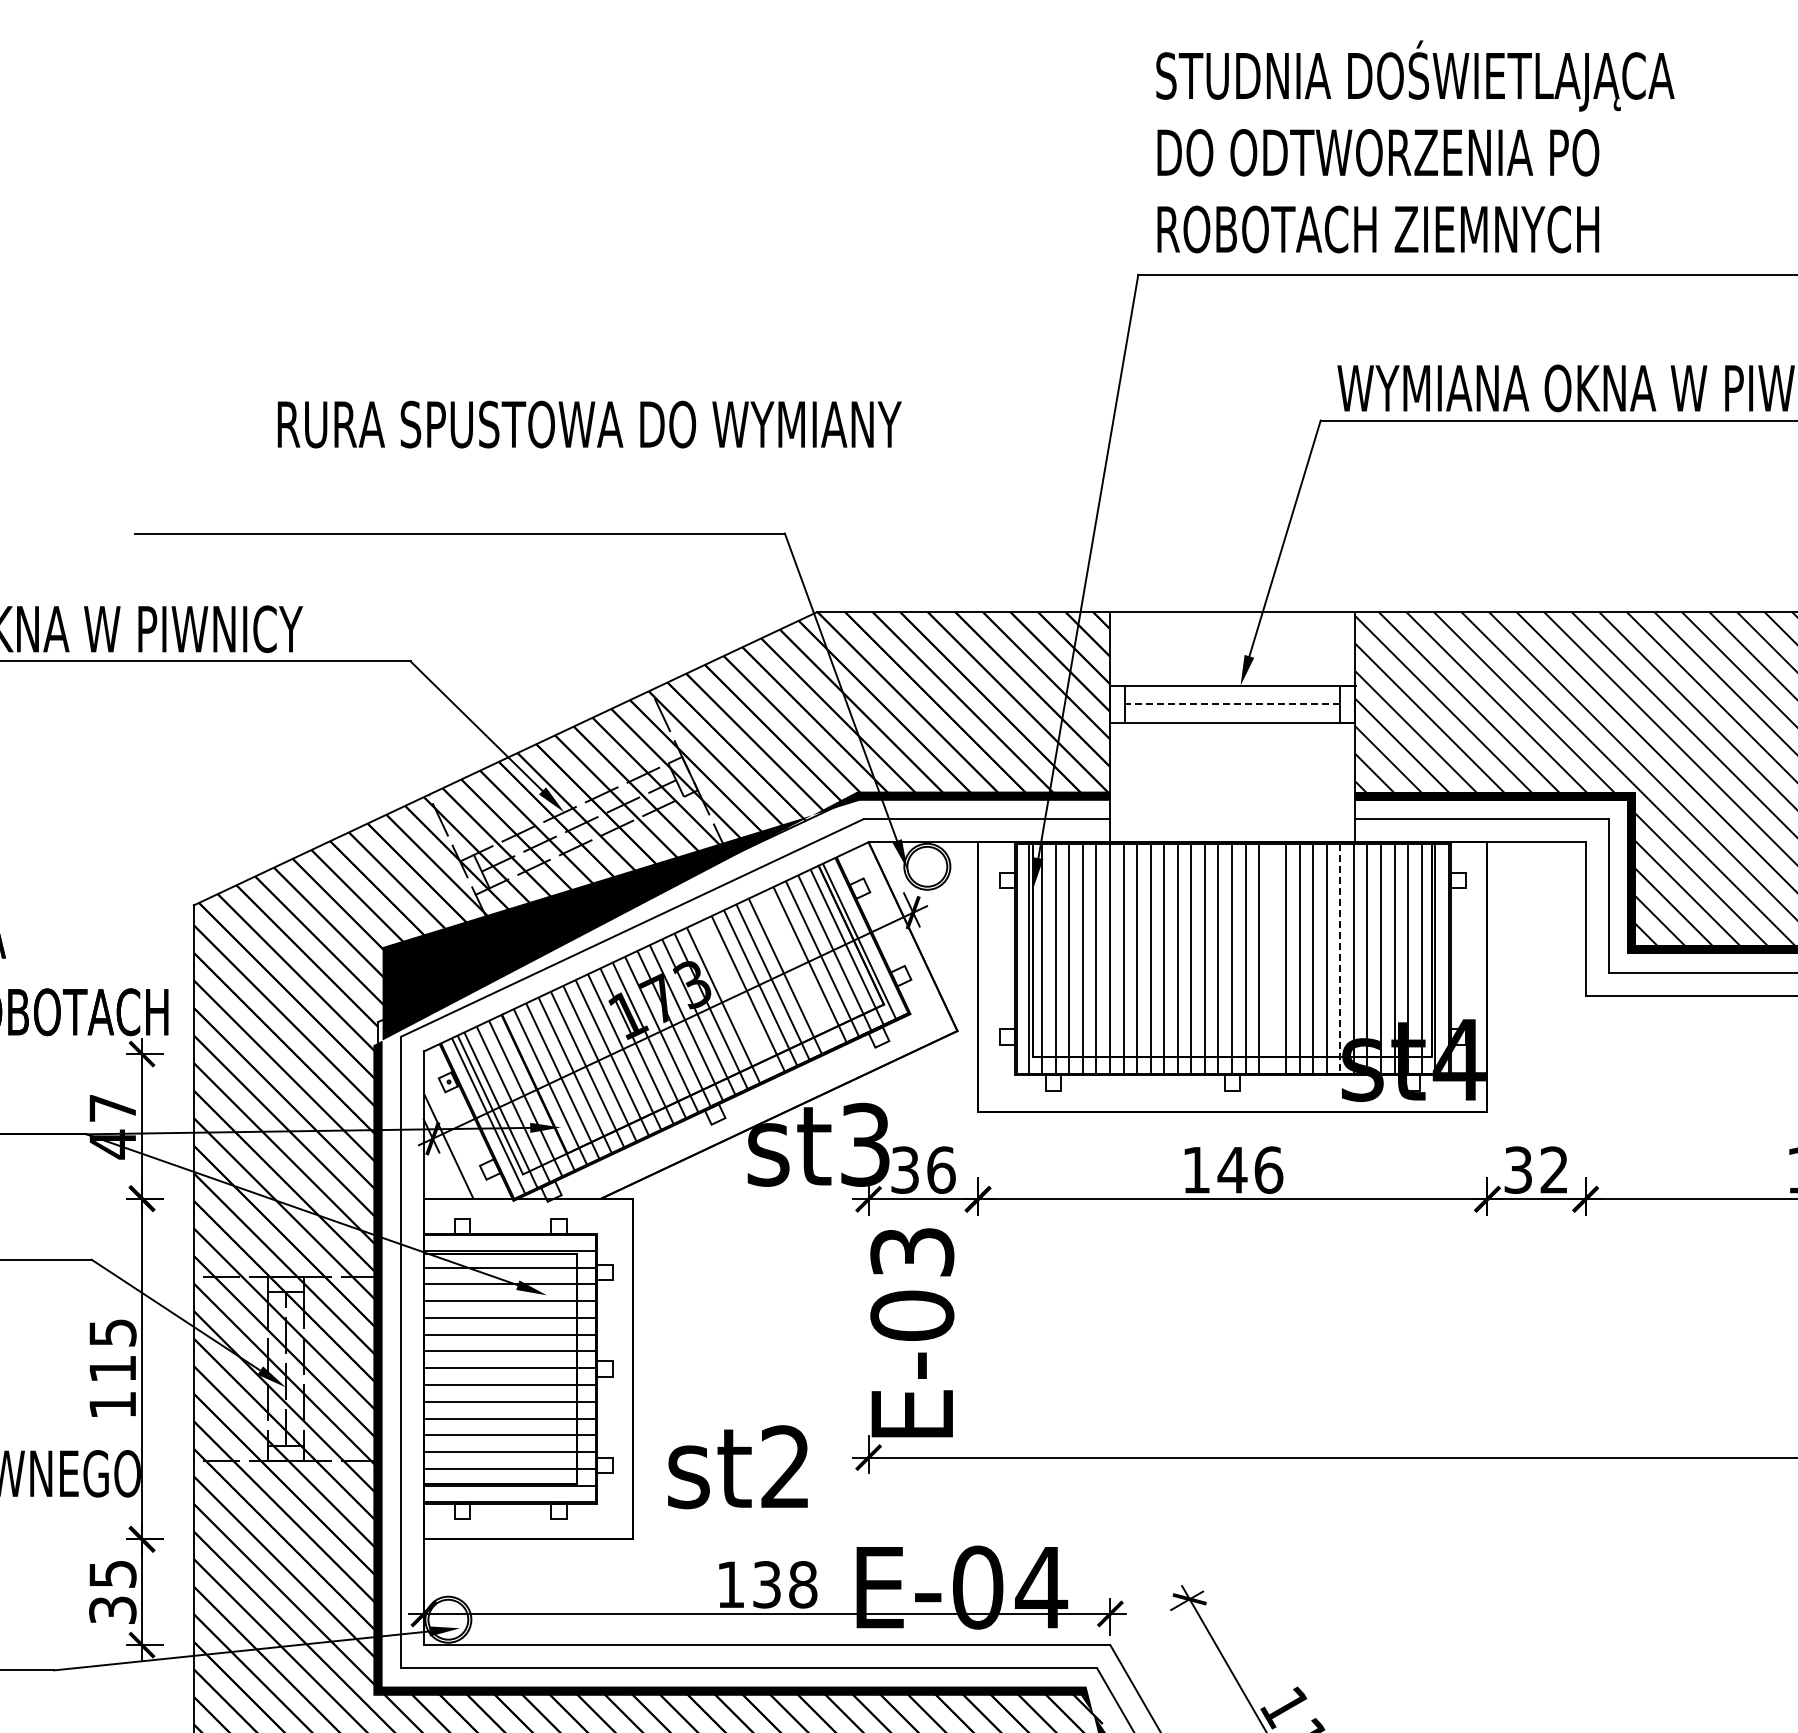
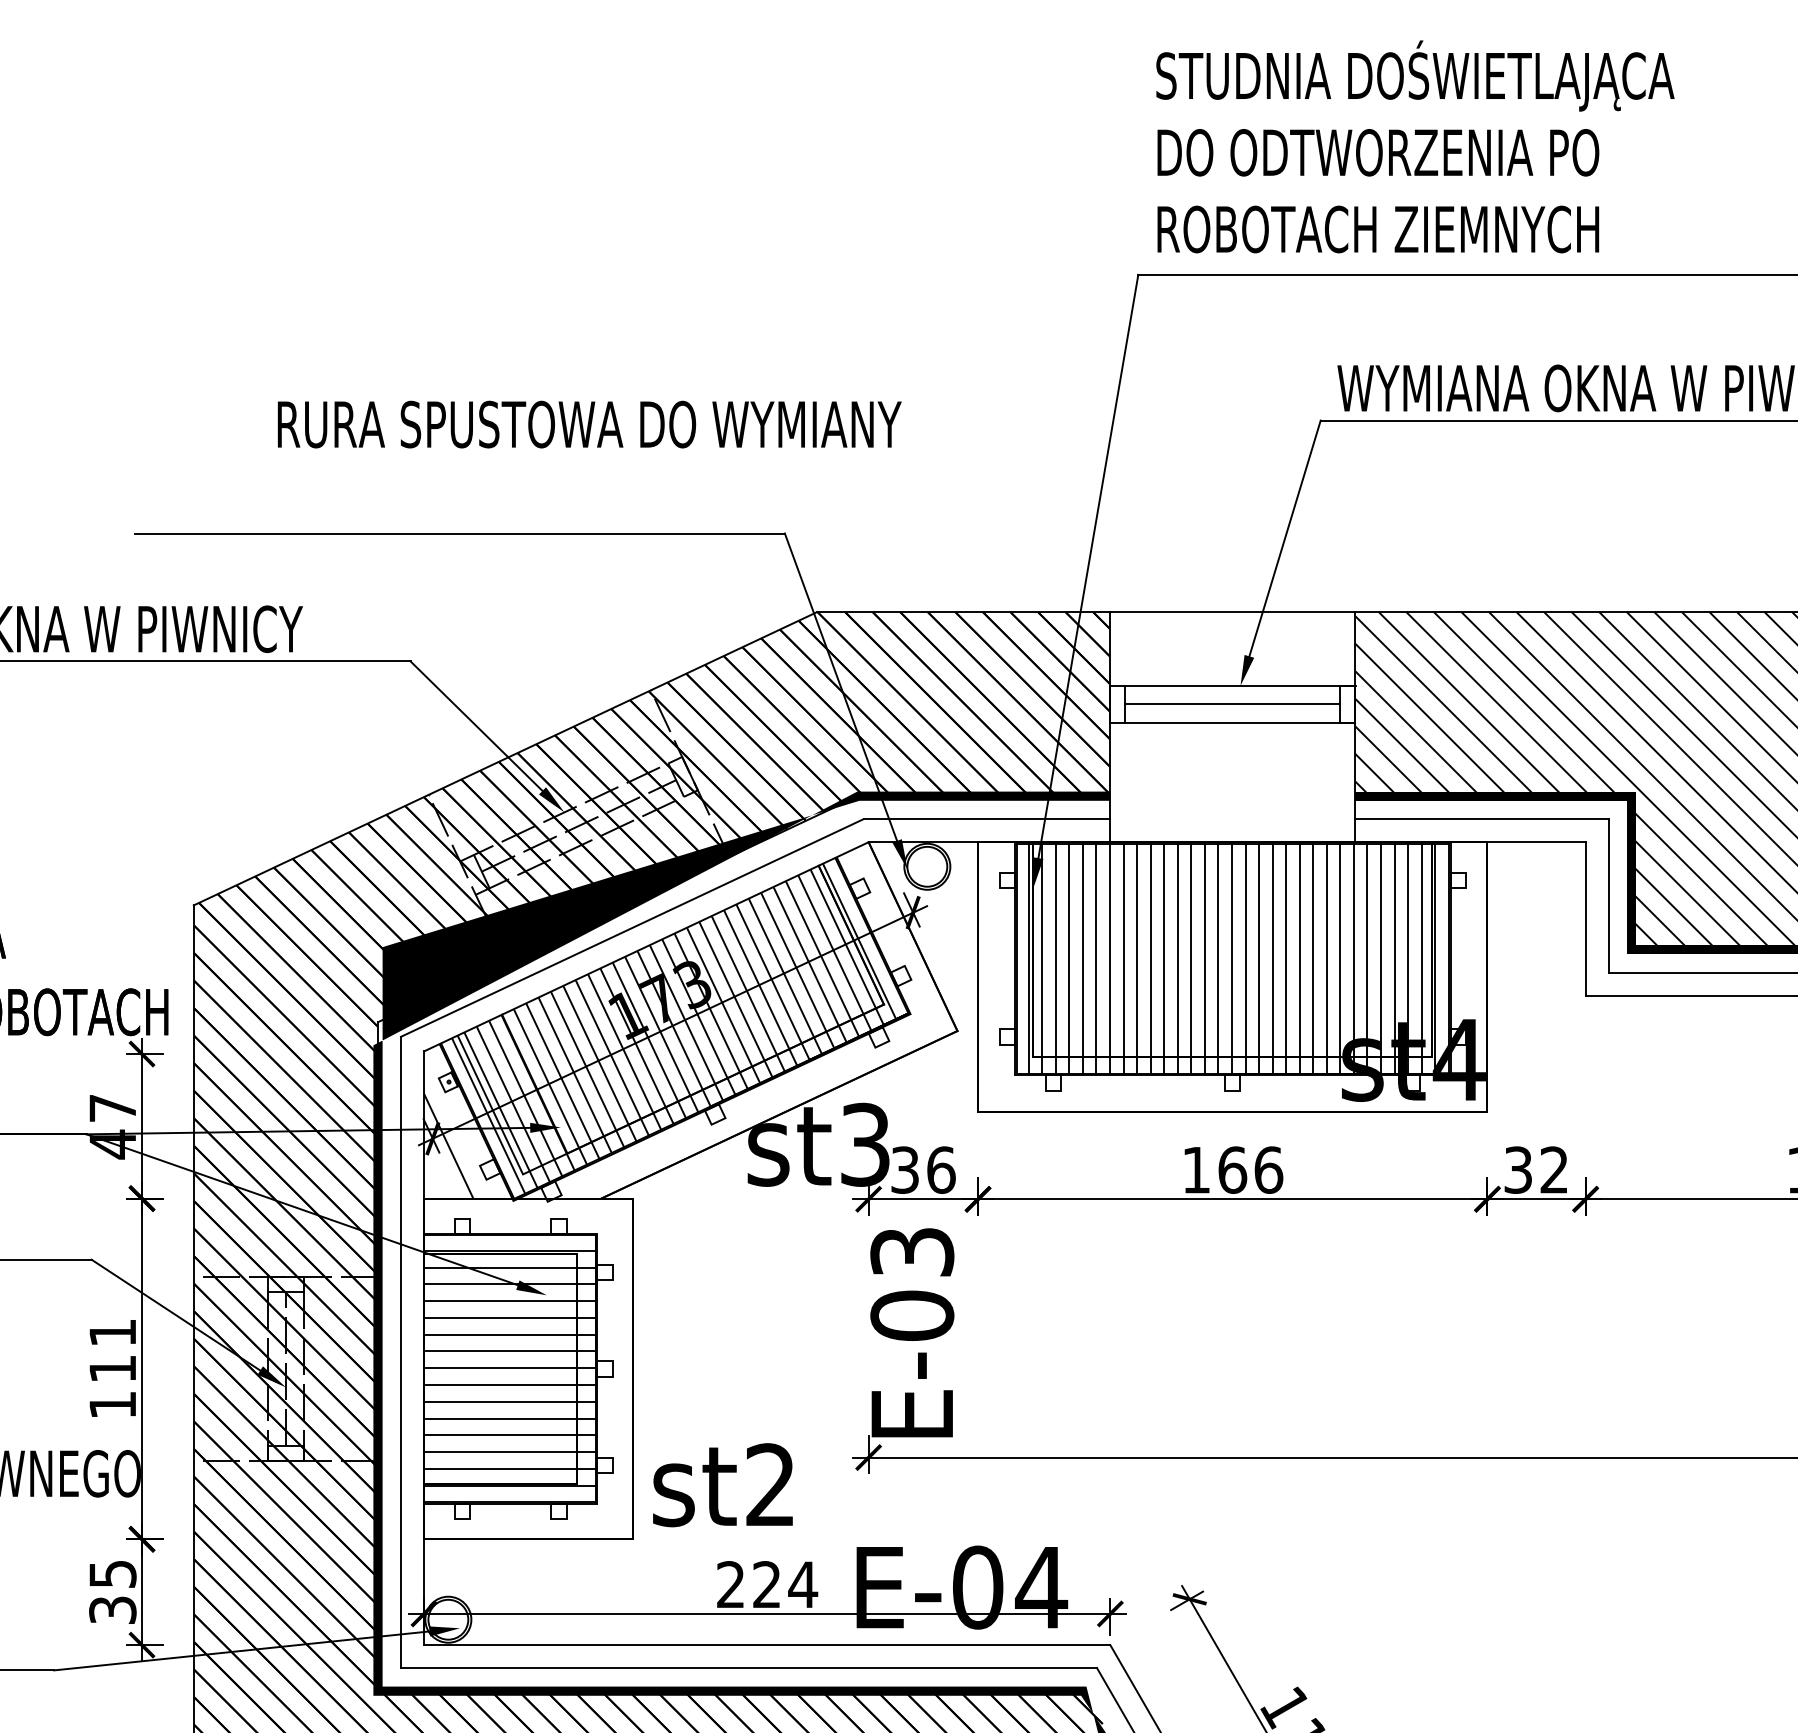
line at (1232, 704): dashed -> solid
line at (1272, 958): none -> present
line at (1340, 958): dashed -> solid
line at (797, 971): none -> present
line at (735, 1000): none -> present
text at (1232, 1169): 146 -> 166
text at (112, 1332): 115 -> 111
text at (737, 1467) position: (737, 1467) -> (722, 1485)
text at (767, 1584): 138 -> 224
